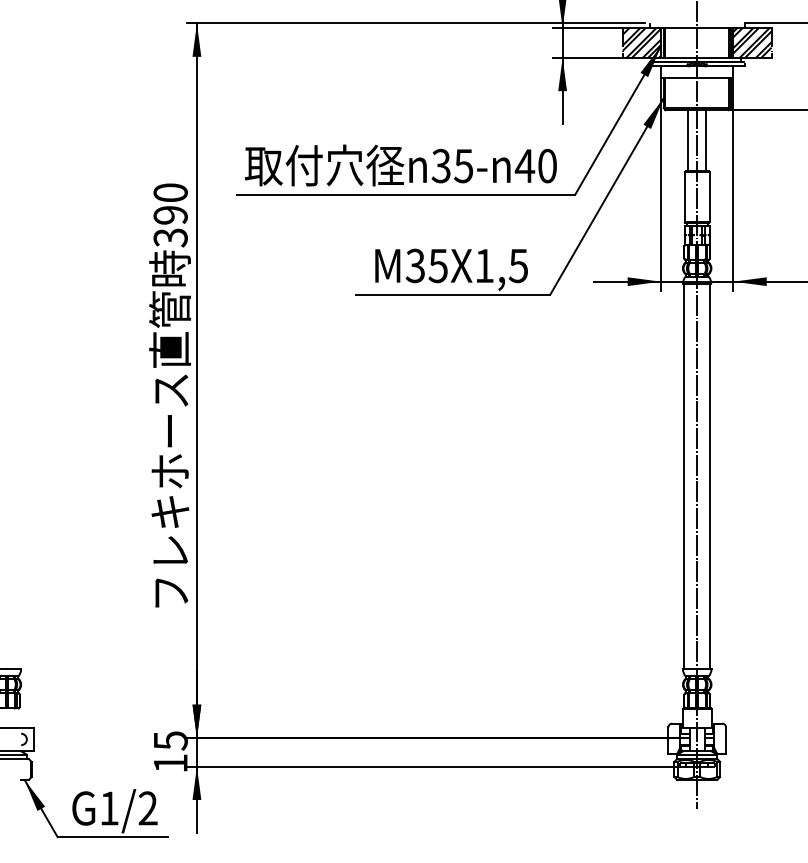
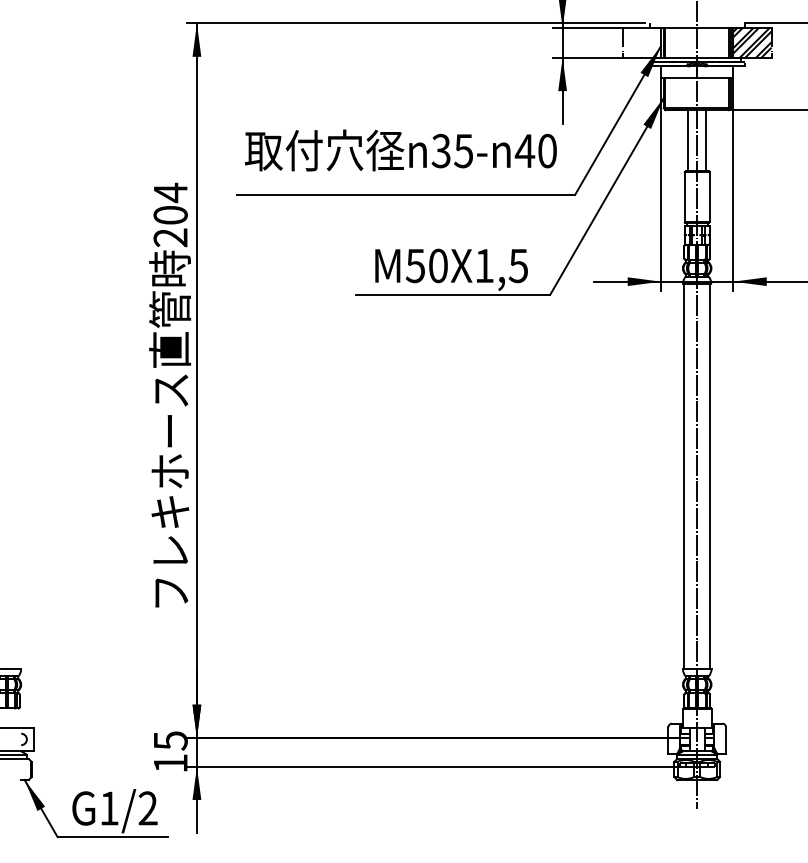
hatch at (641, 42): present -> none
text at (400, 165) position: (400, 165) -> (400, 150)
text at (170, 214): 390 -> 204
text at (426, 265): M35X1,5 -> M50X1,5
